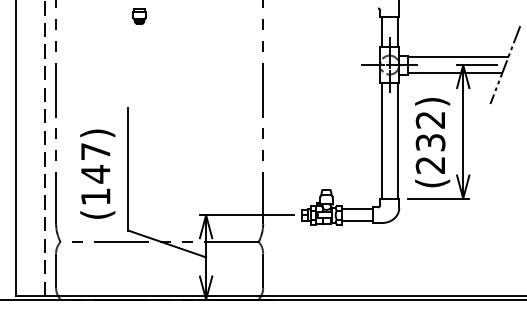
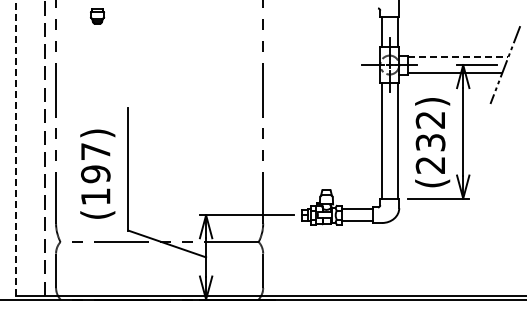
part at (139, 16) position: (139, 16) -> (97, 16)
line at (458, 57): solid -> dashed
line at (15, 148): solid -> dashed
text at (95, 174): (147) -> (197)
